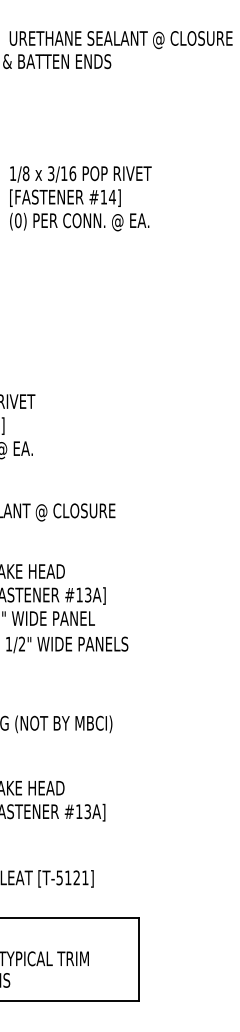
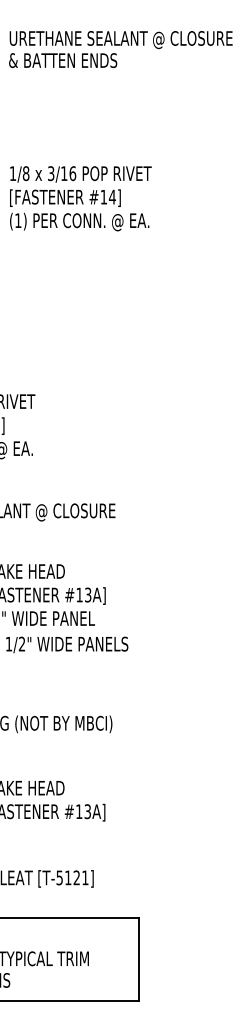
text at (57, 61) position: (57, 61) -> (63, 60)
text at (18, 220): (0) -> (1)
